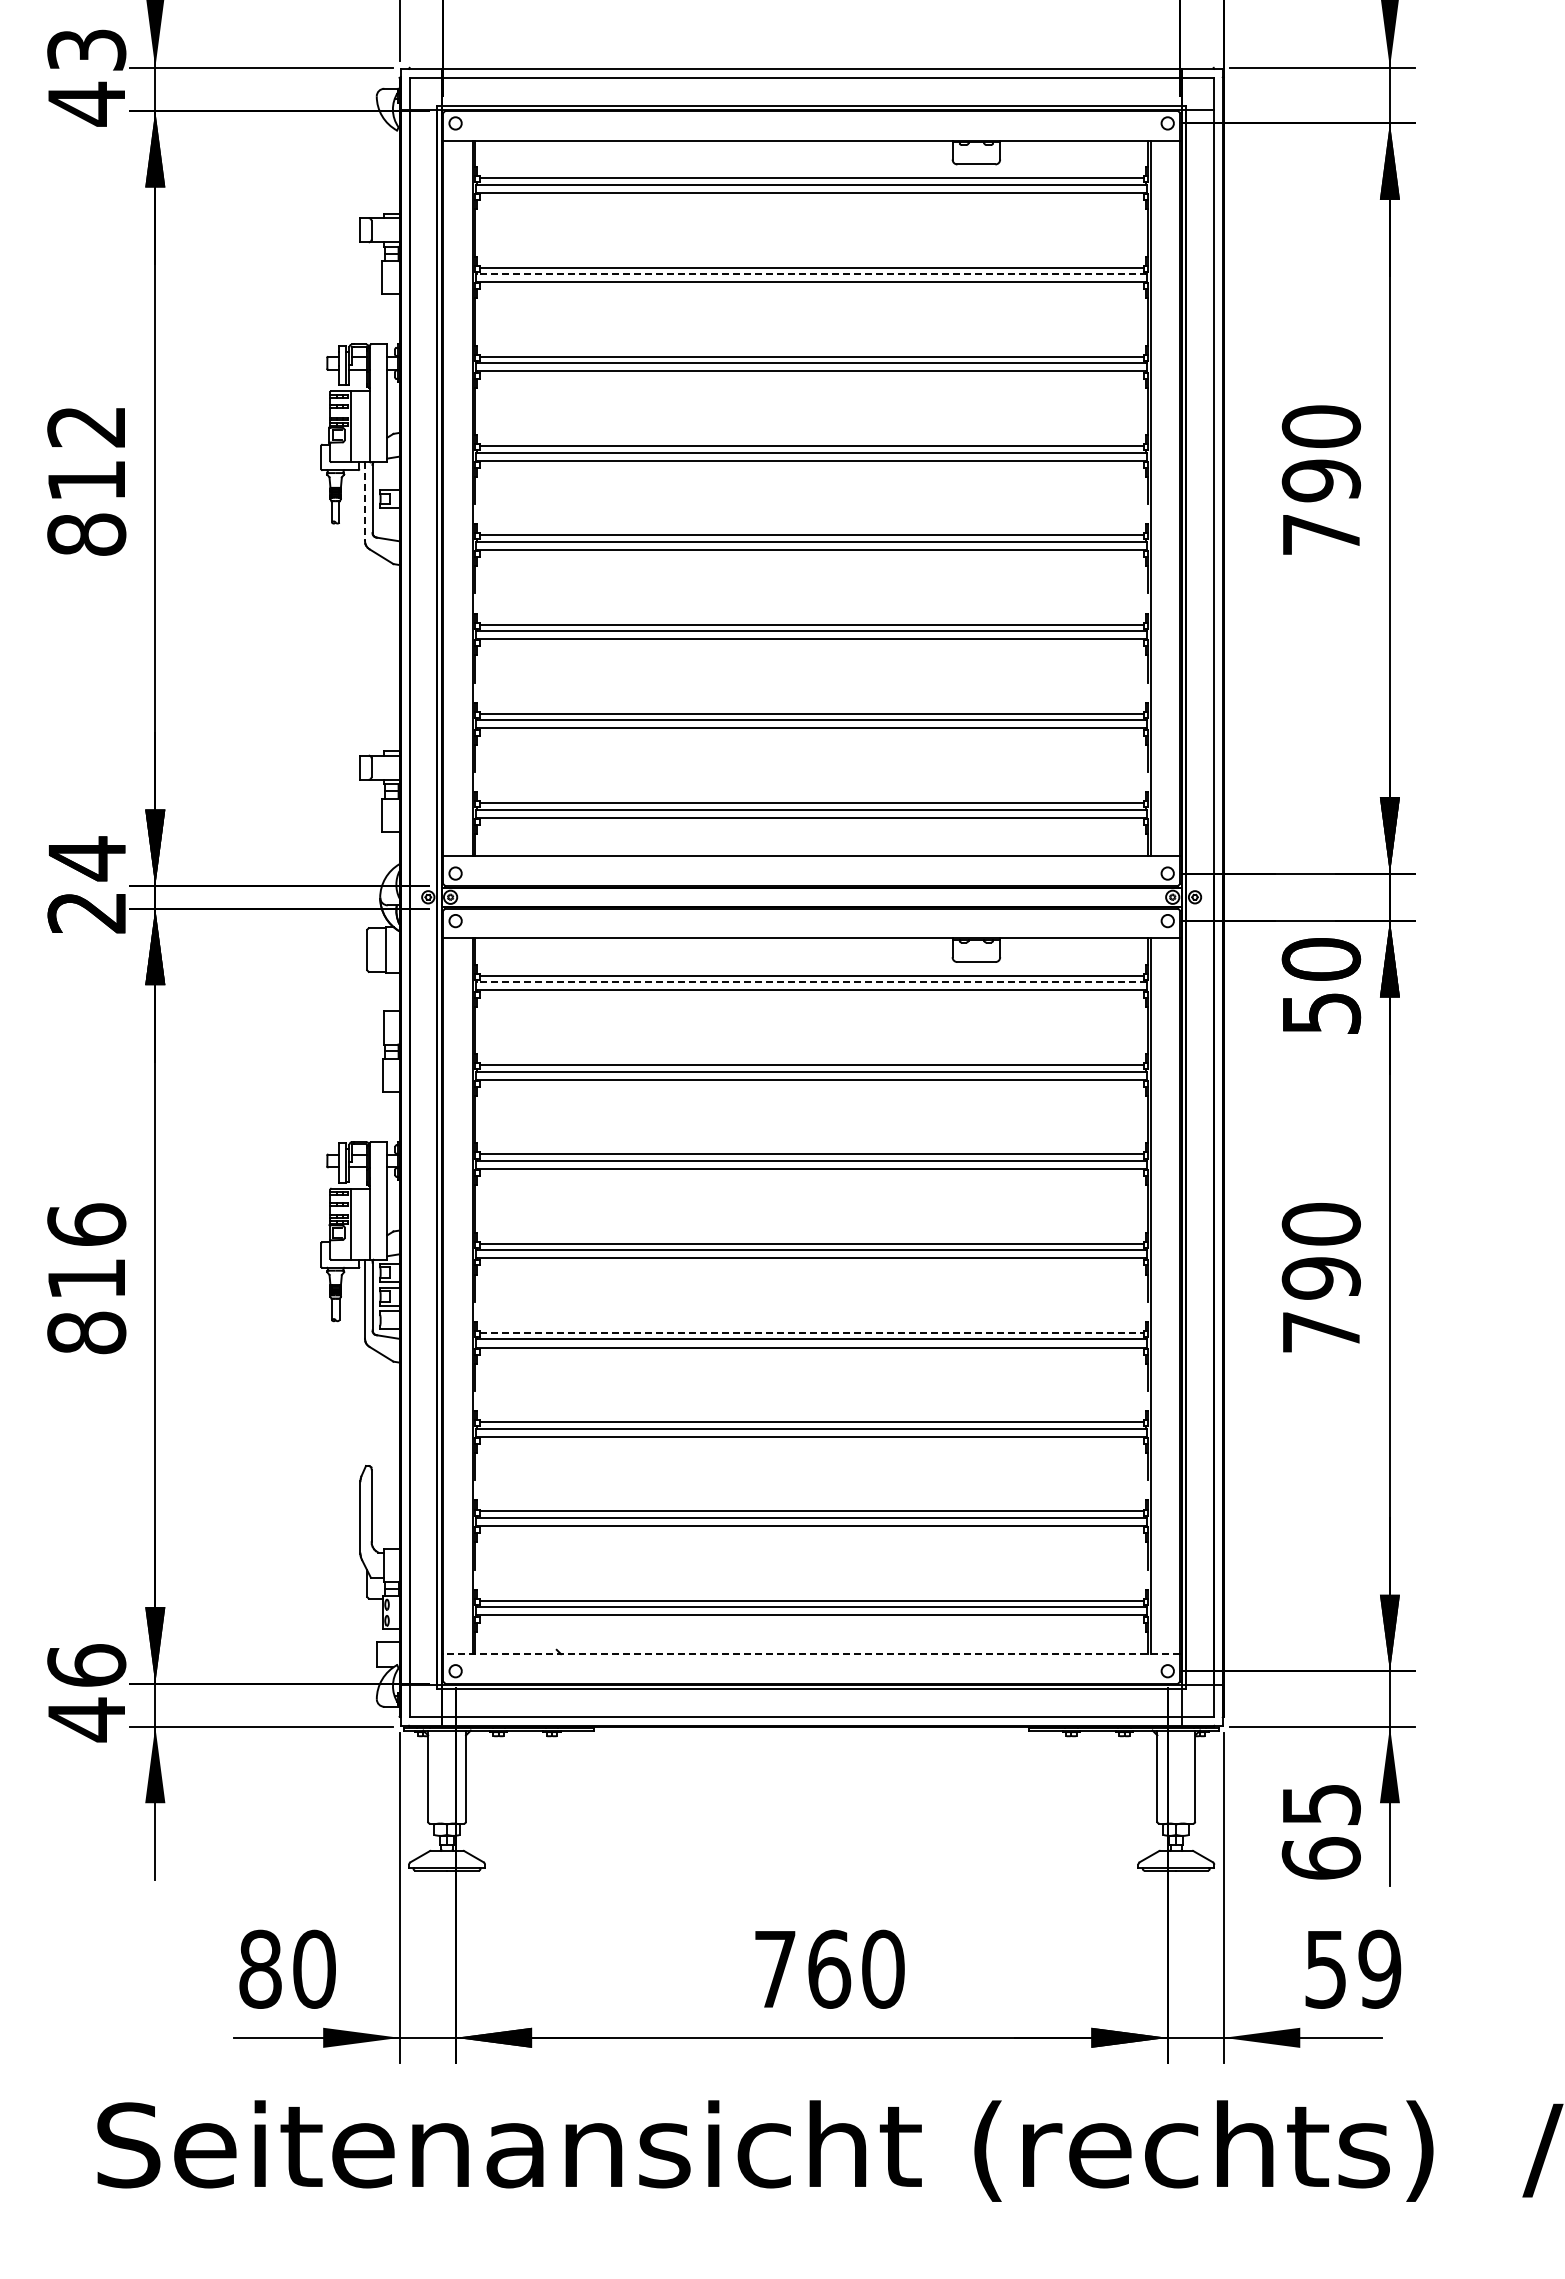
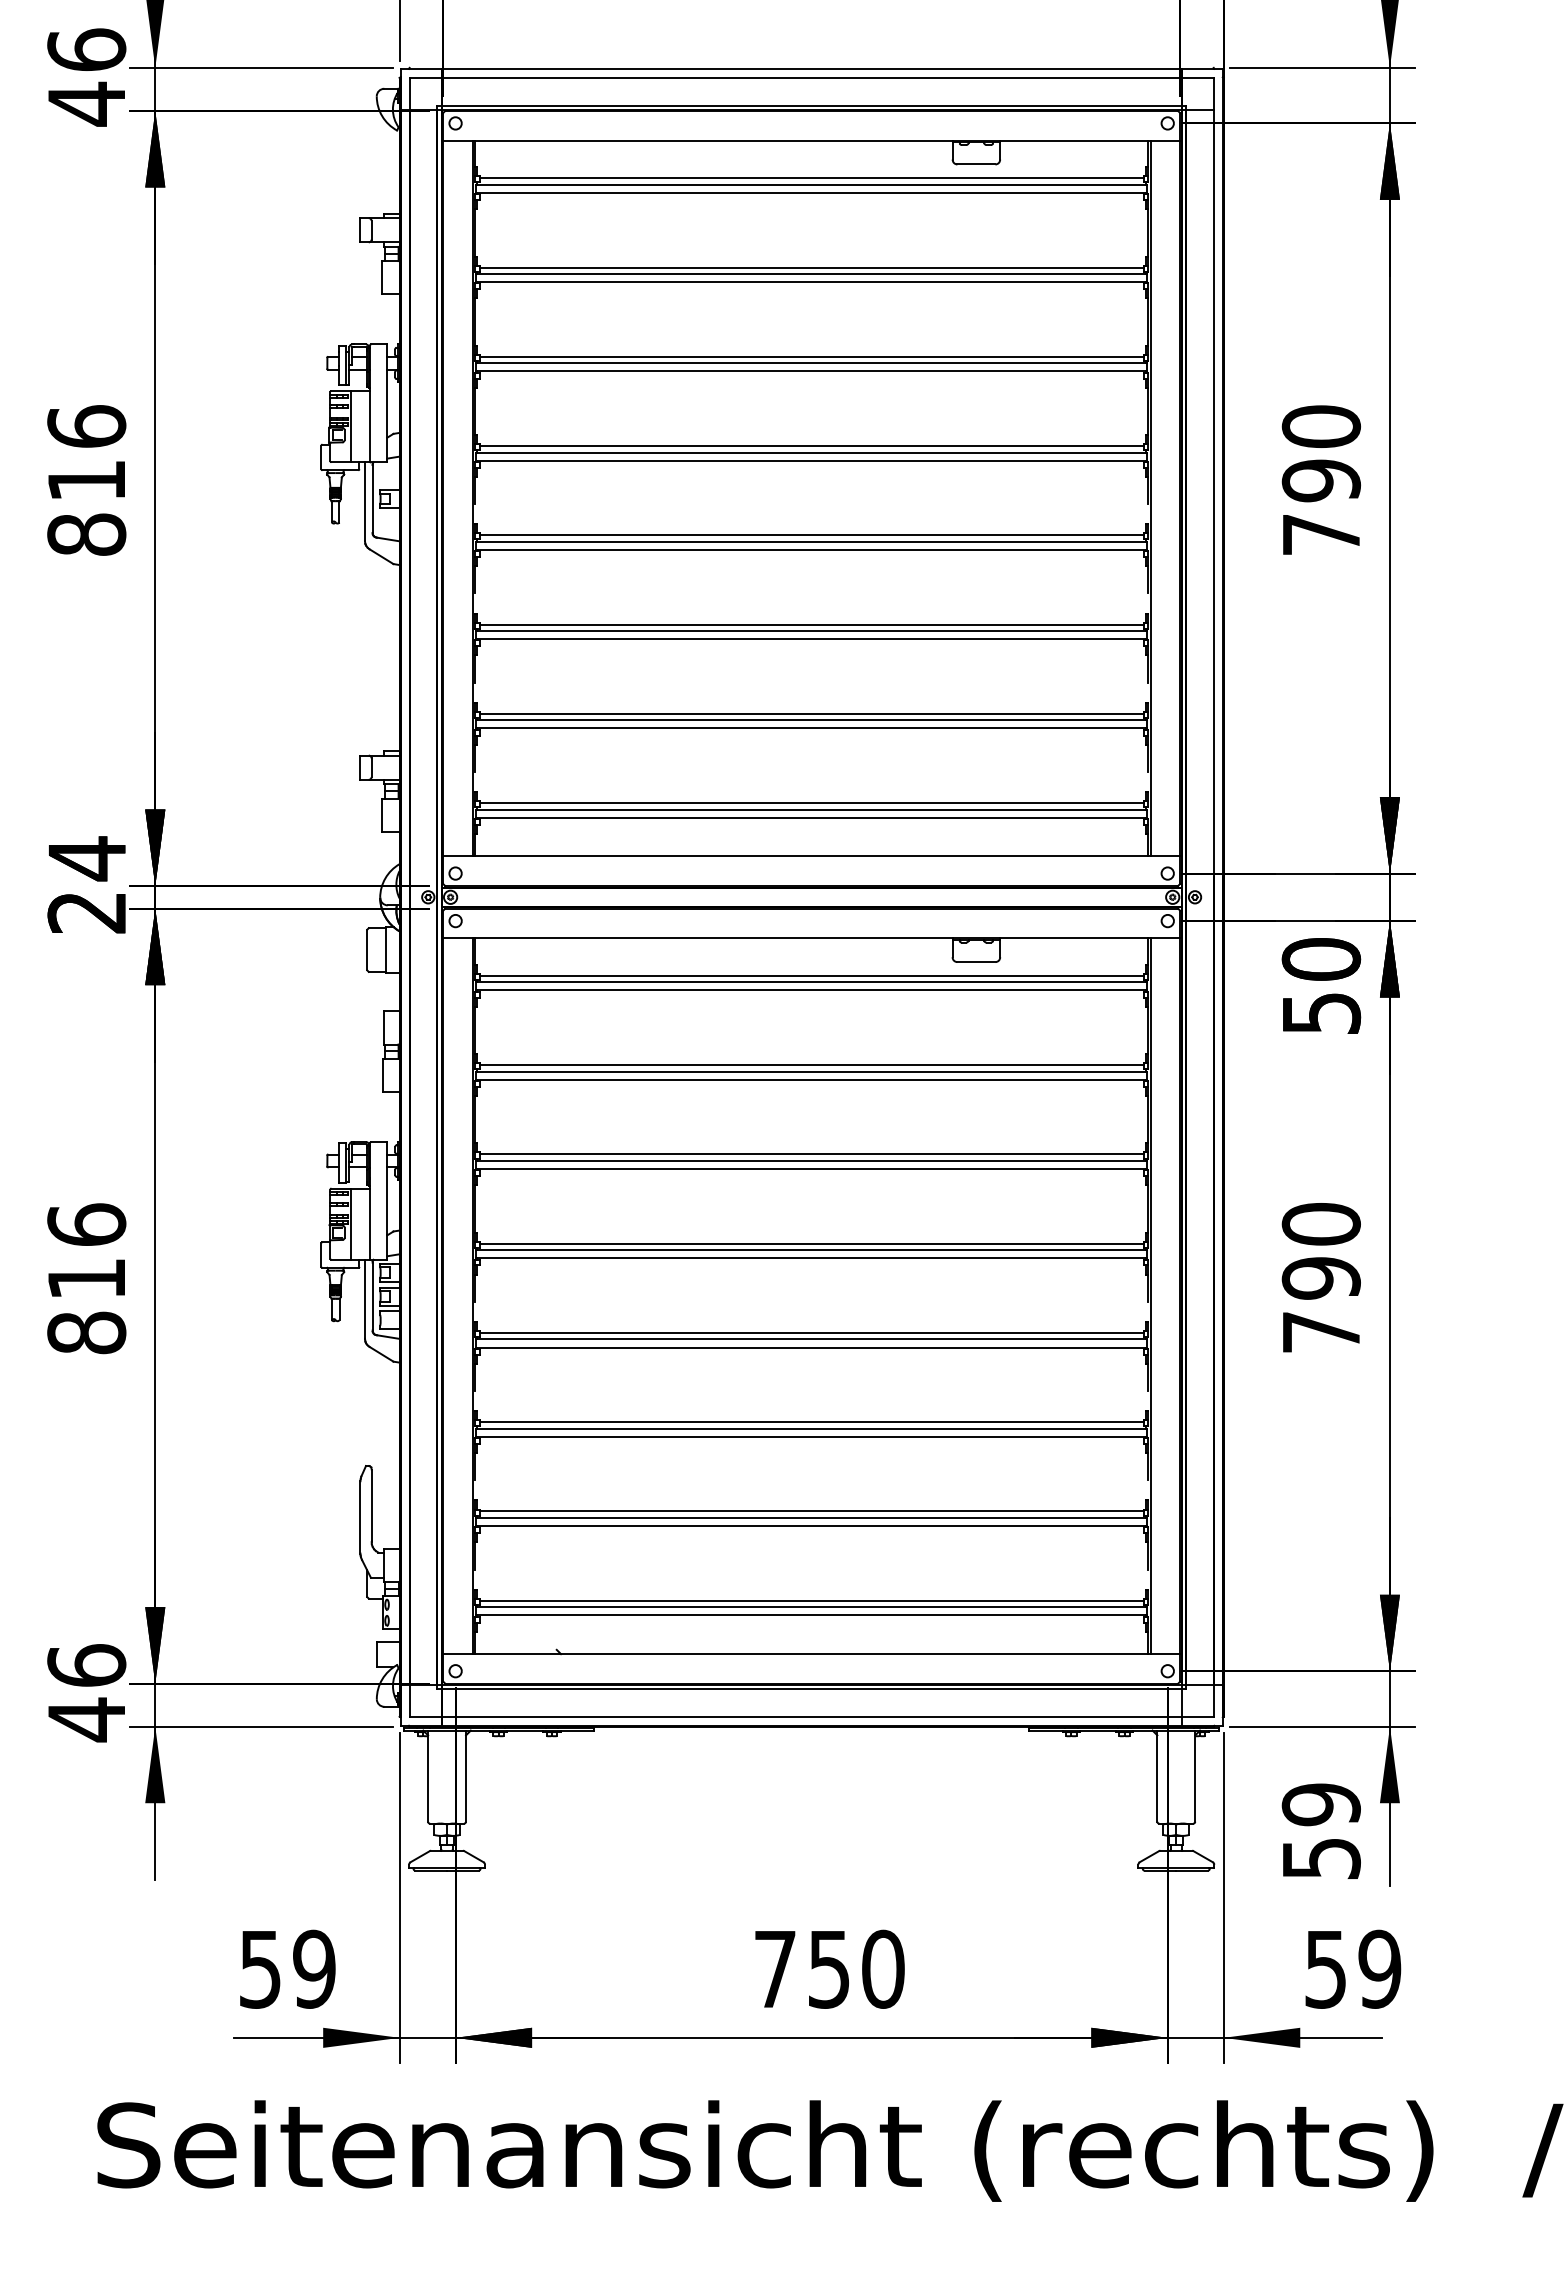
text at (86, 49): 43 -> 46
line at (811, 274): dashed -> solid
text at (86, 426): 812 -> 816
line at (365, 502): dashed -> solid
line at (811, 982): dashed -> solid
line at (811, 1332): dashed -> solid
line at (811, 1654): dashed -> solid
text at (1320, 1831): 65 -> 59
text at (287, 1968): 80 -> 59
text at (829, 1968): 760 -> 750
